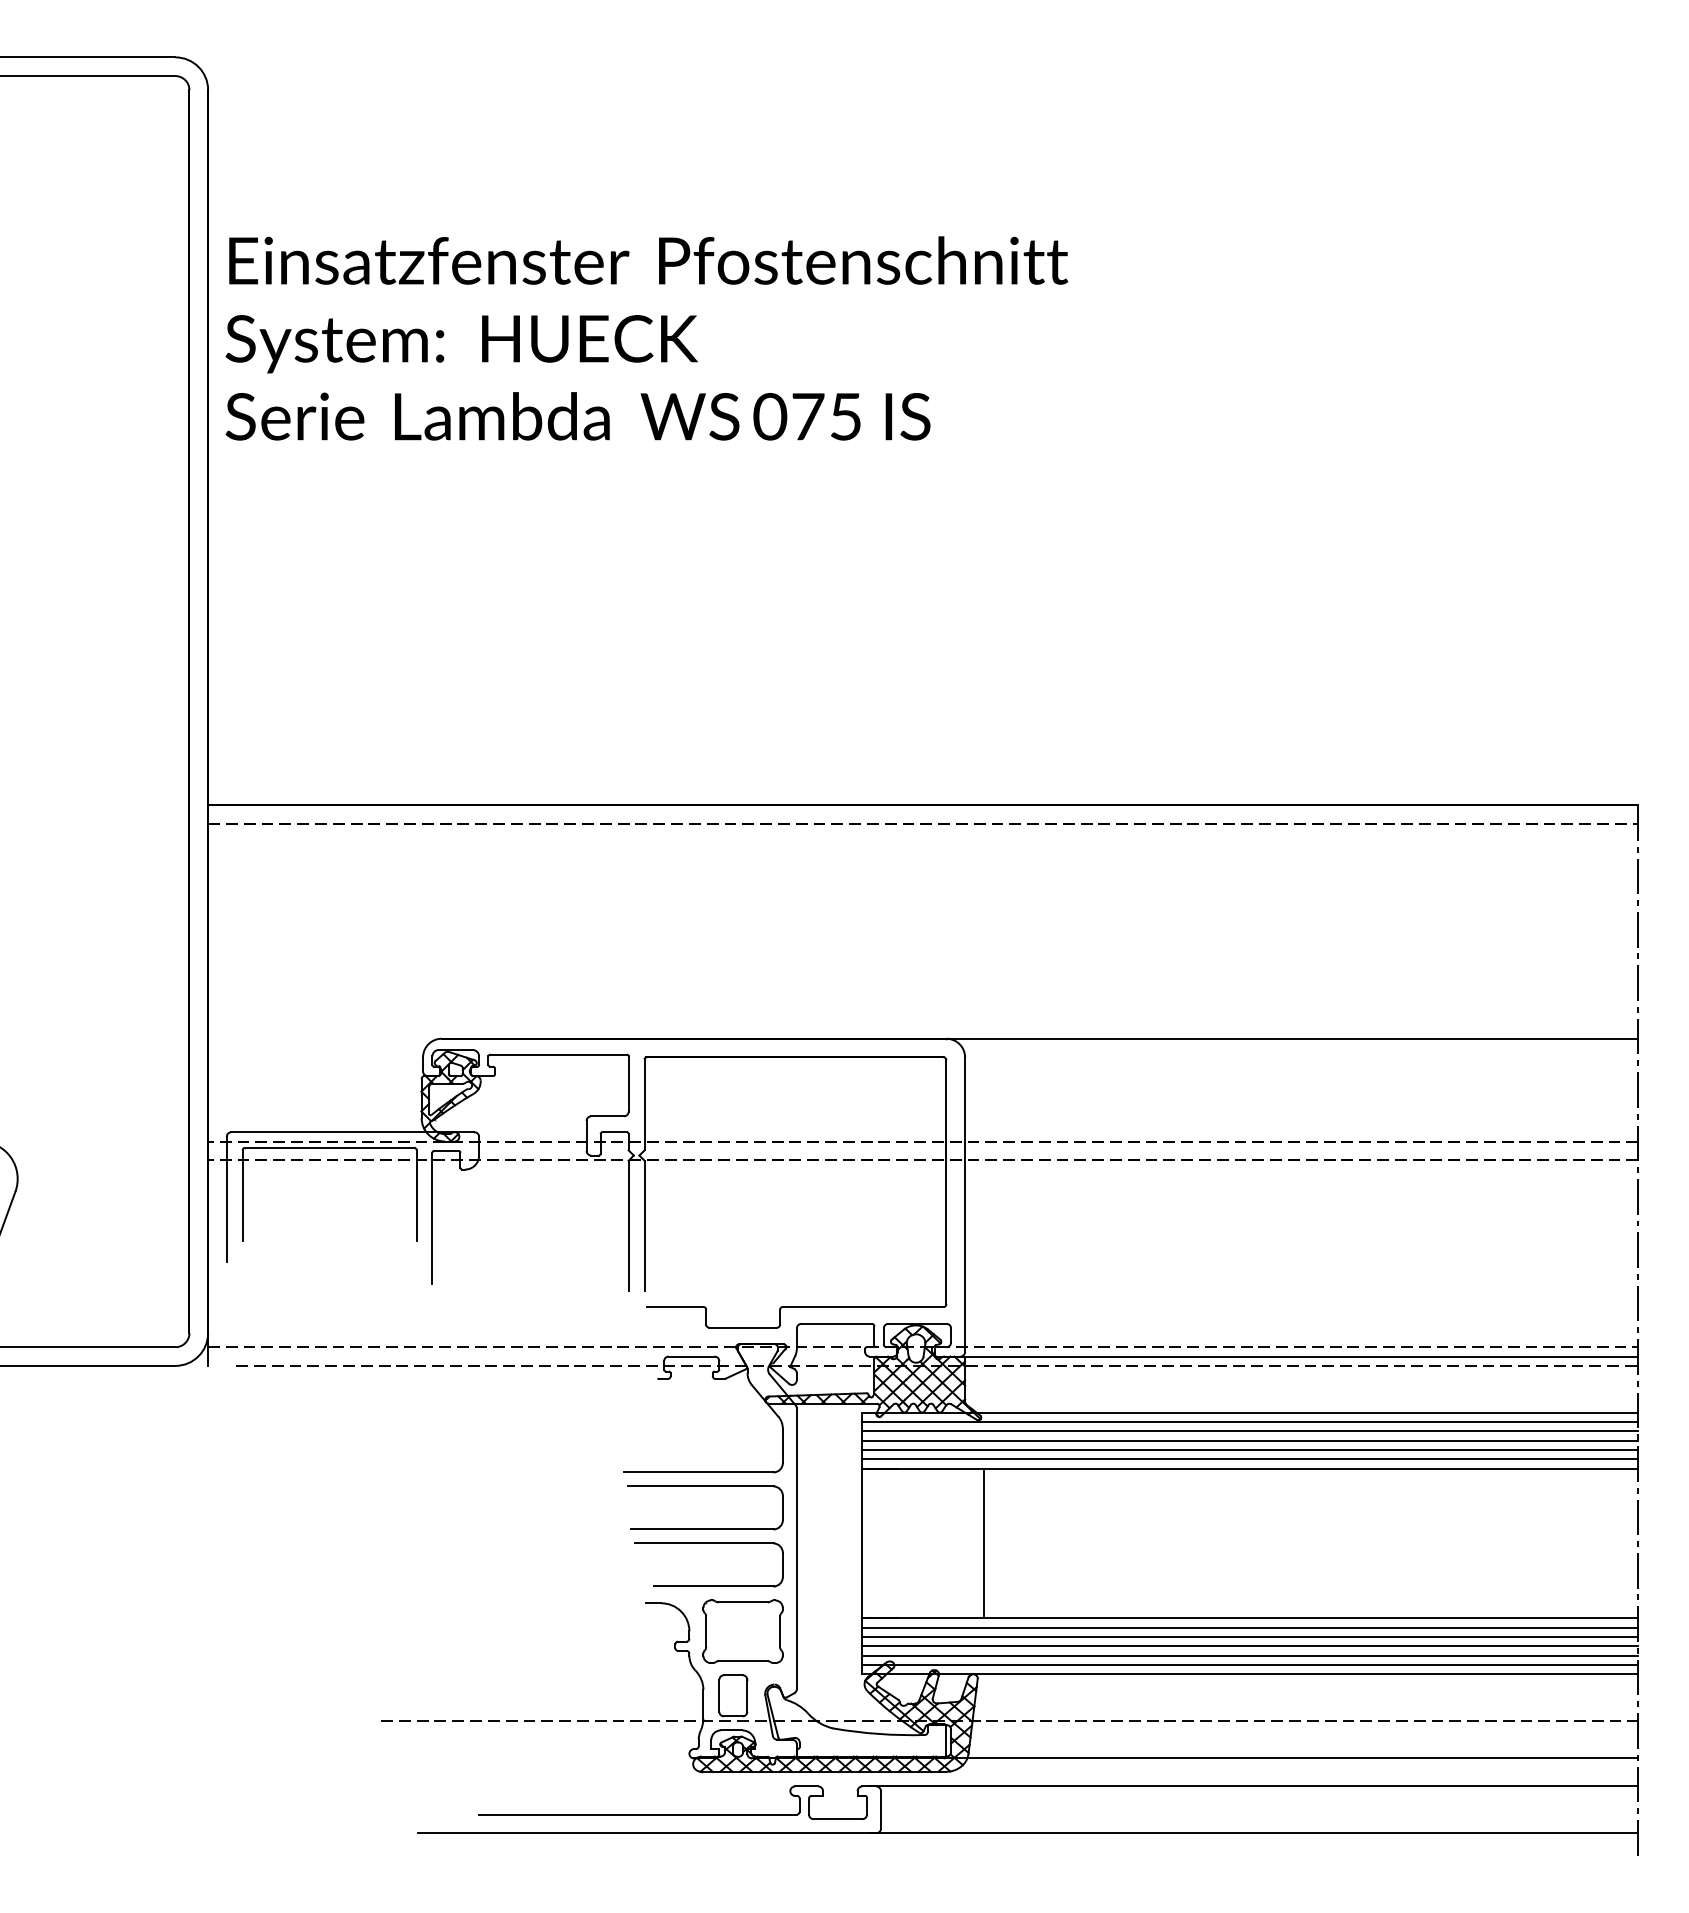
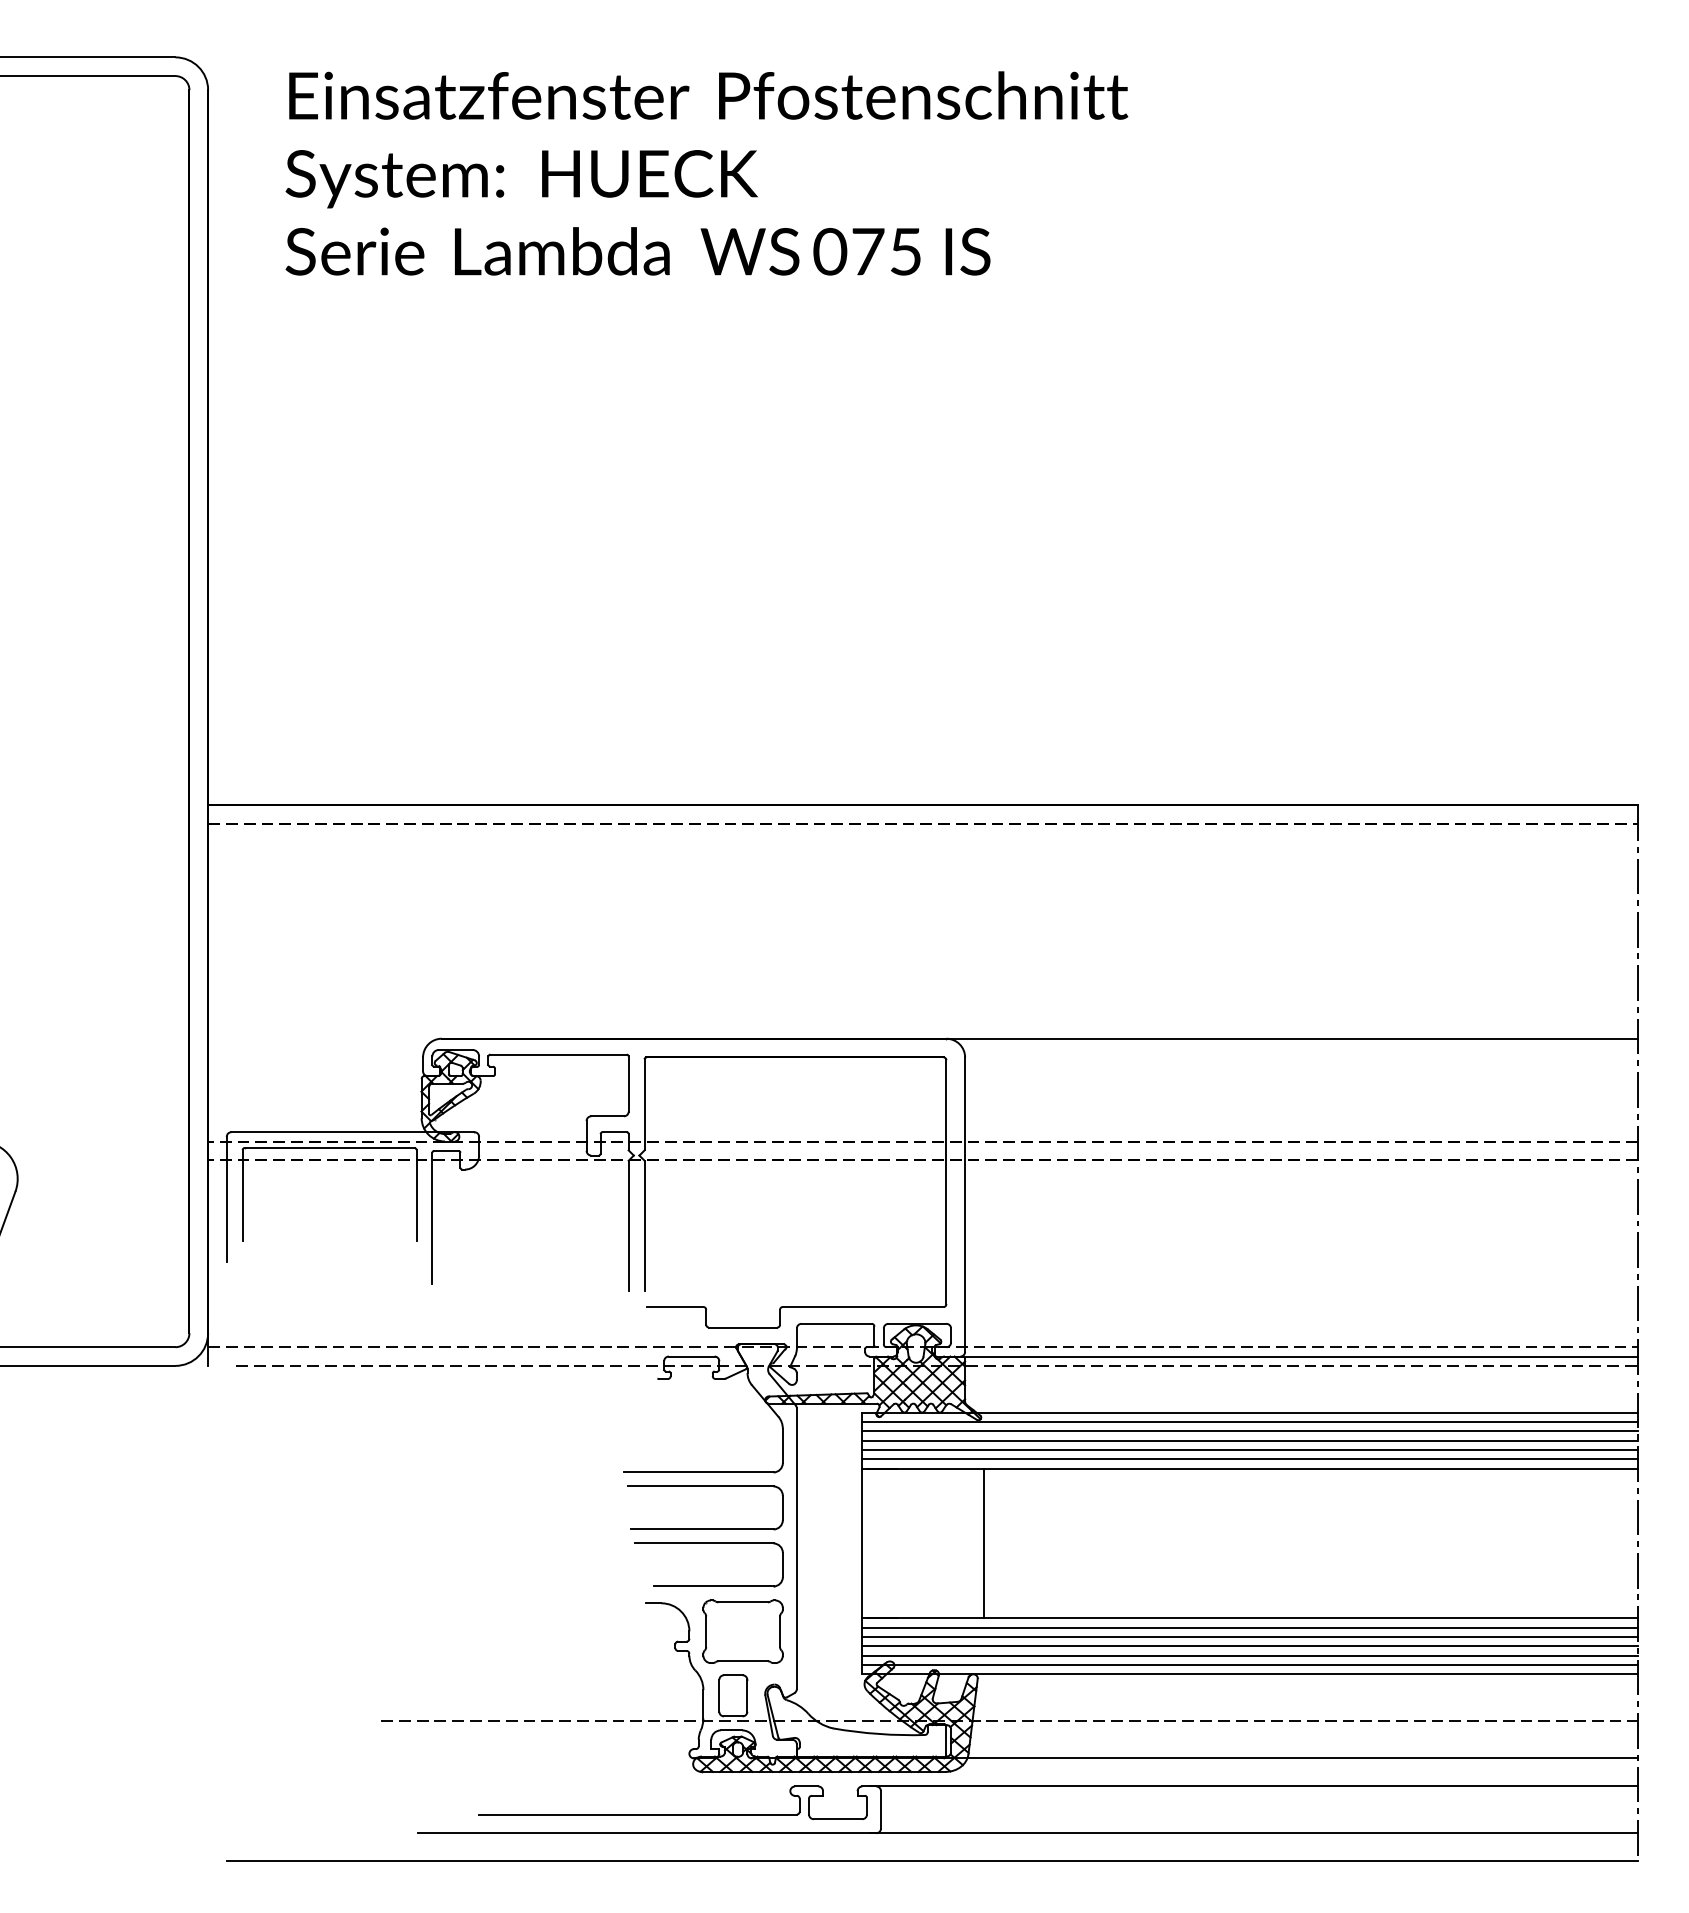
text at (646, 338) position: (646, 338) -> (706, 173)
line at (932, 1861): none -> present
